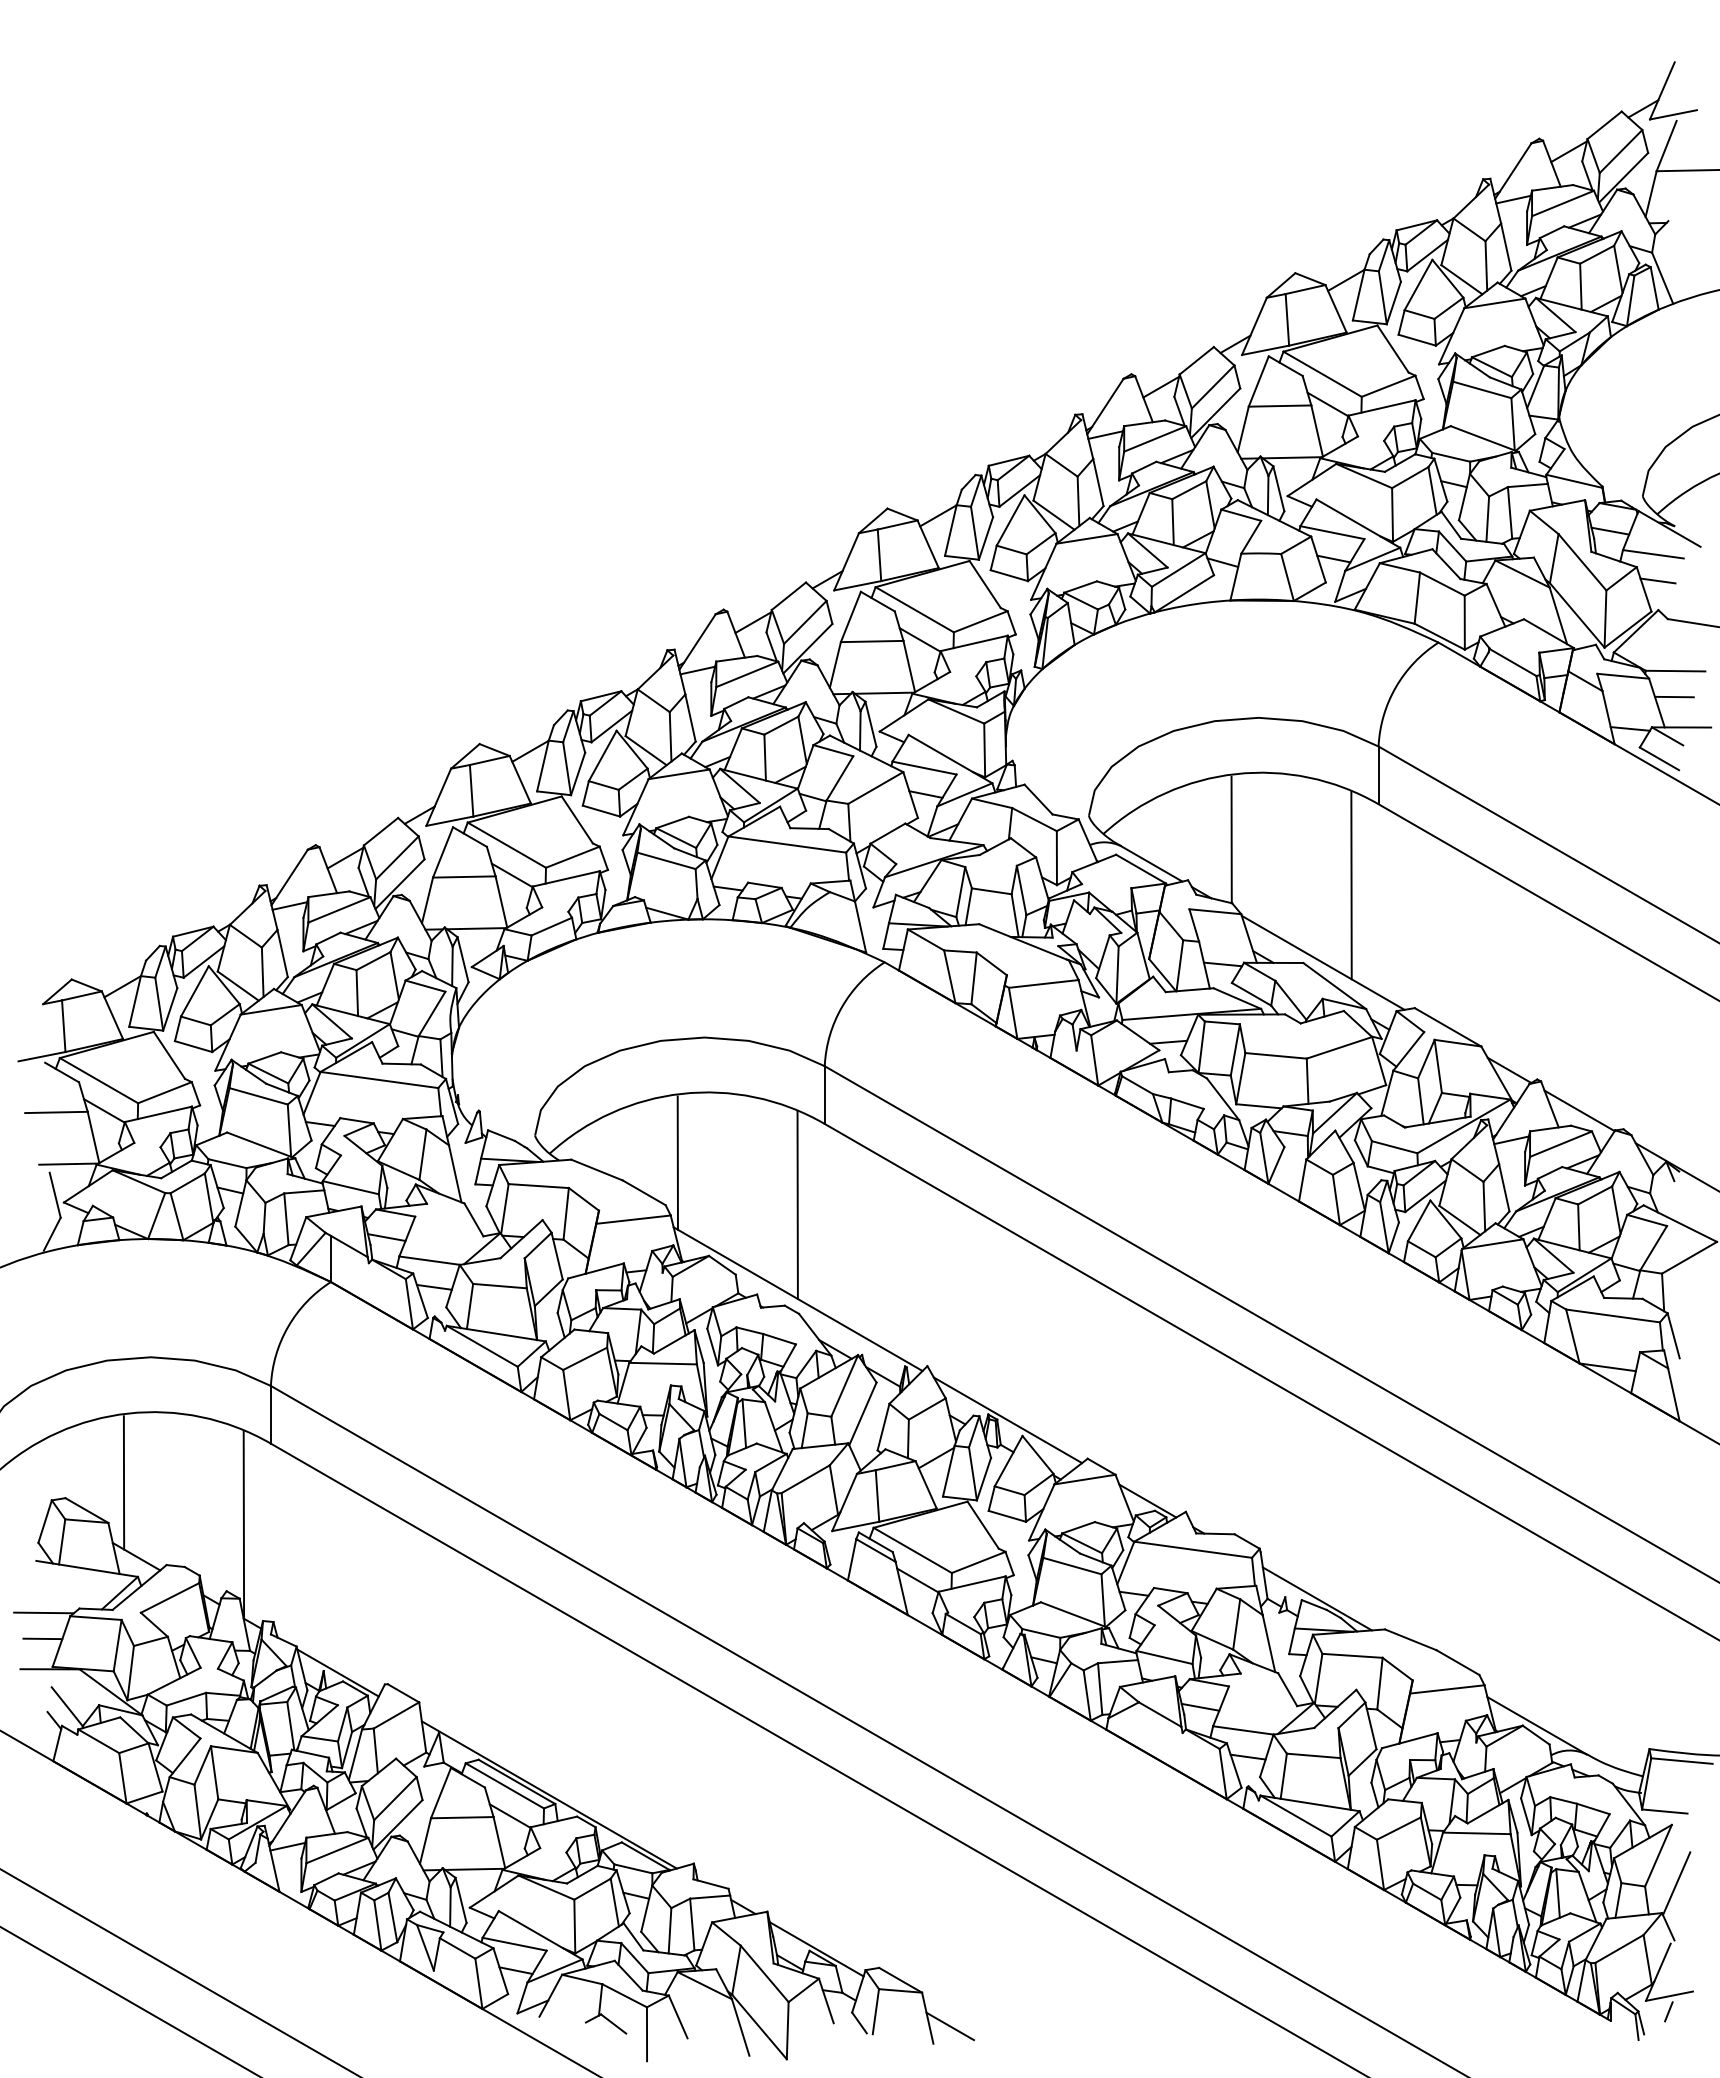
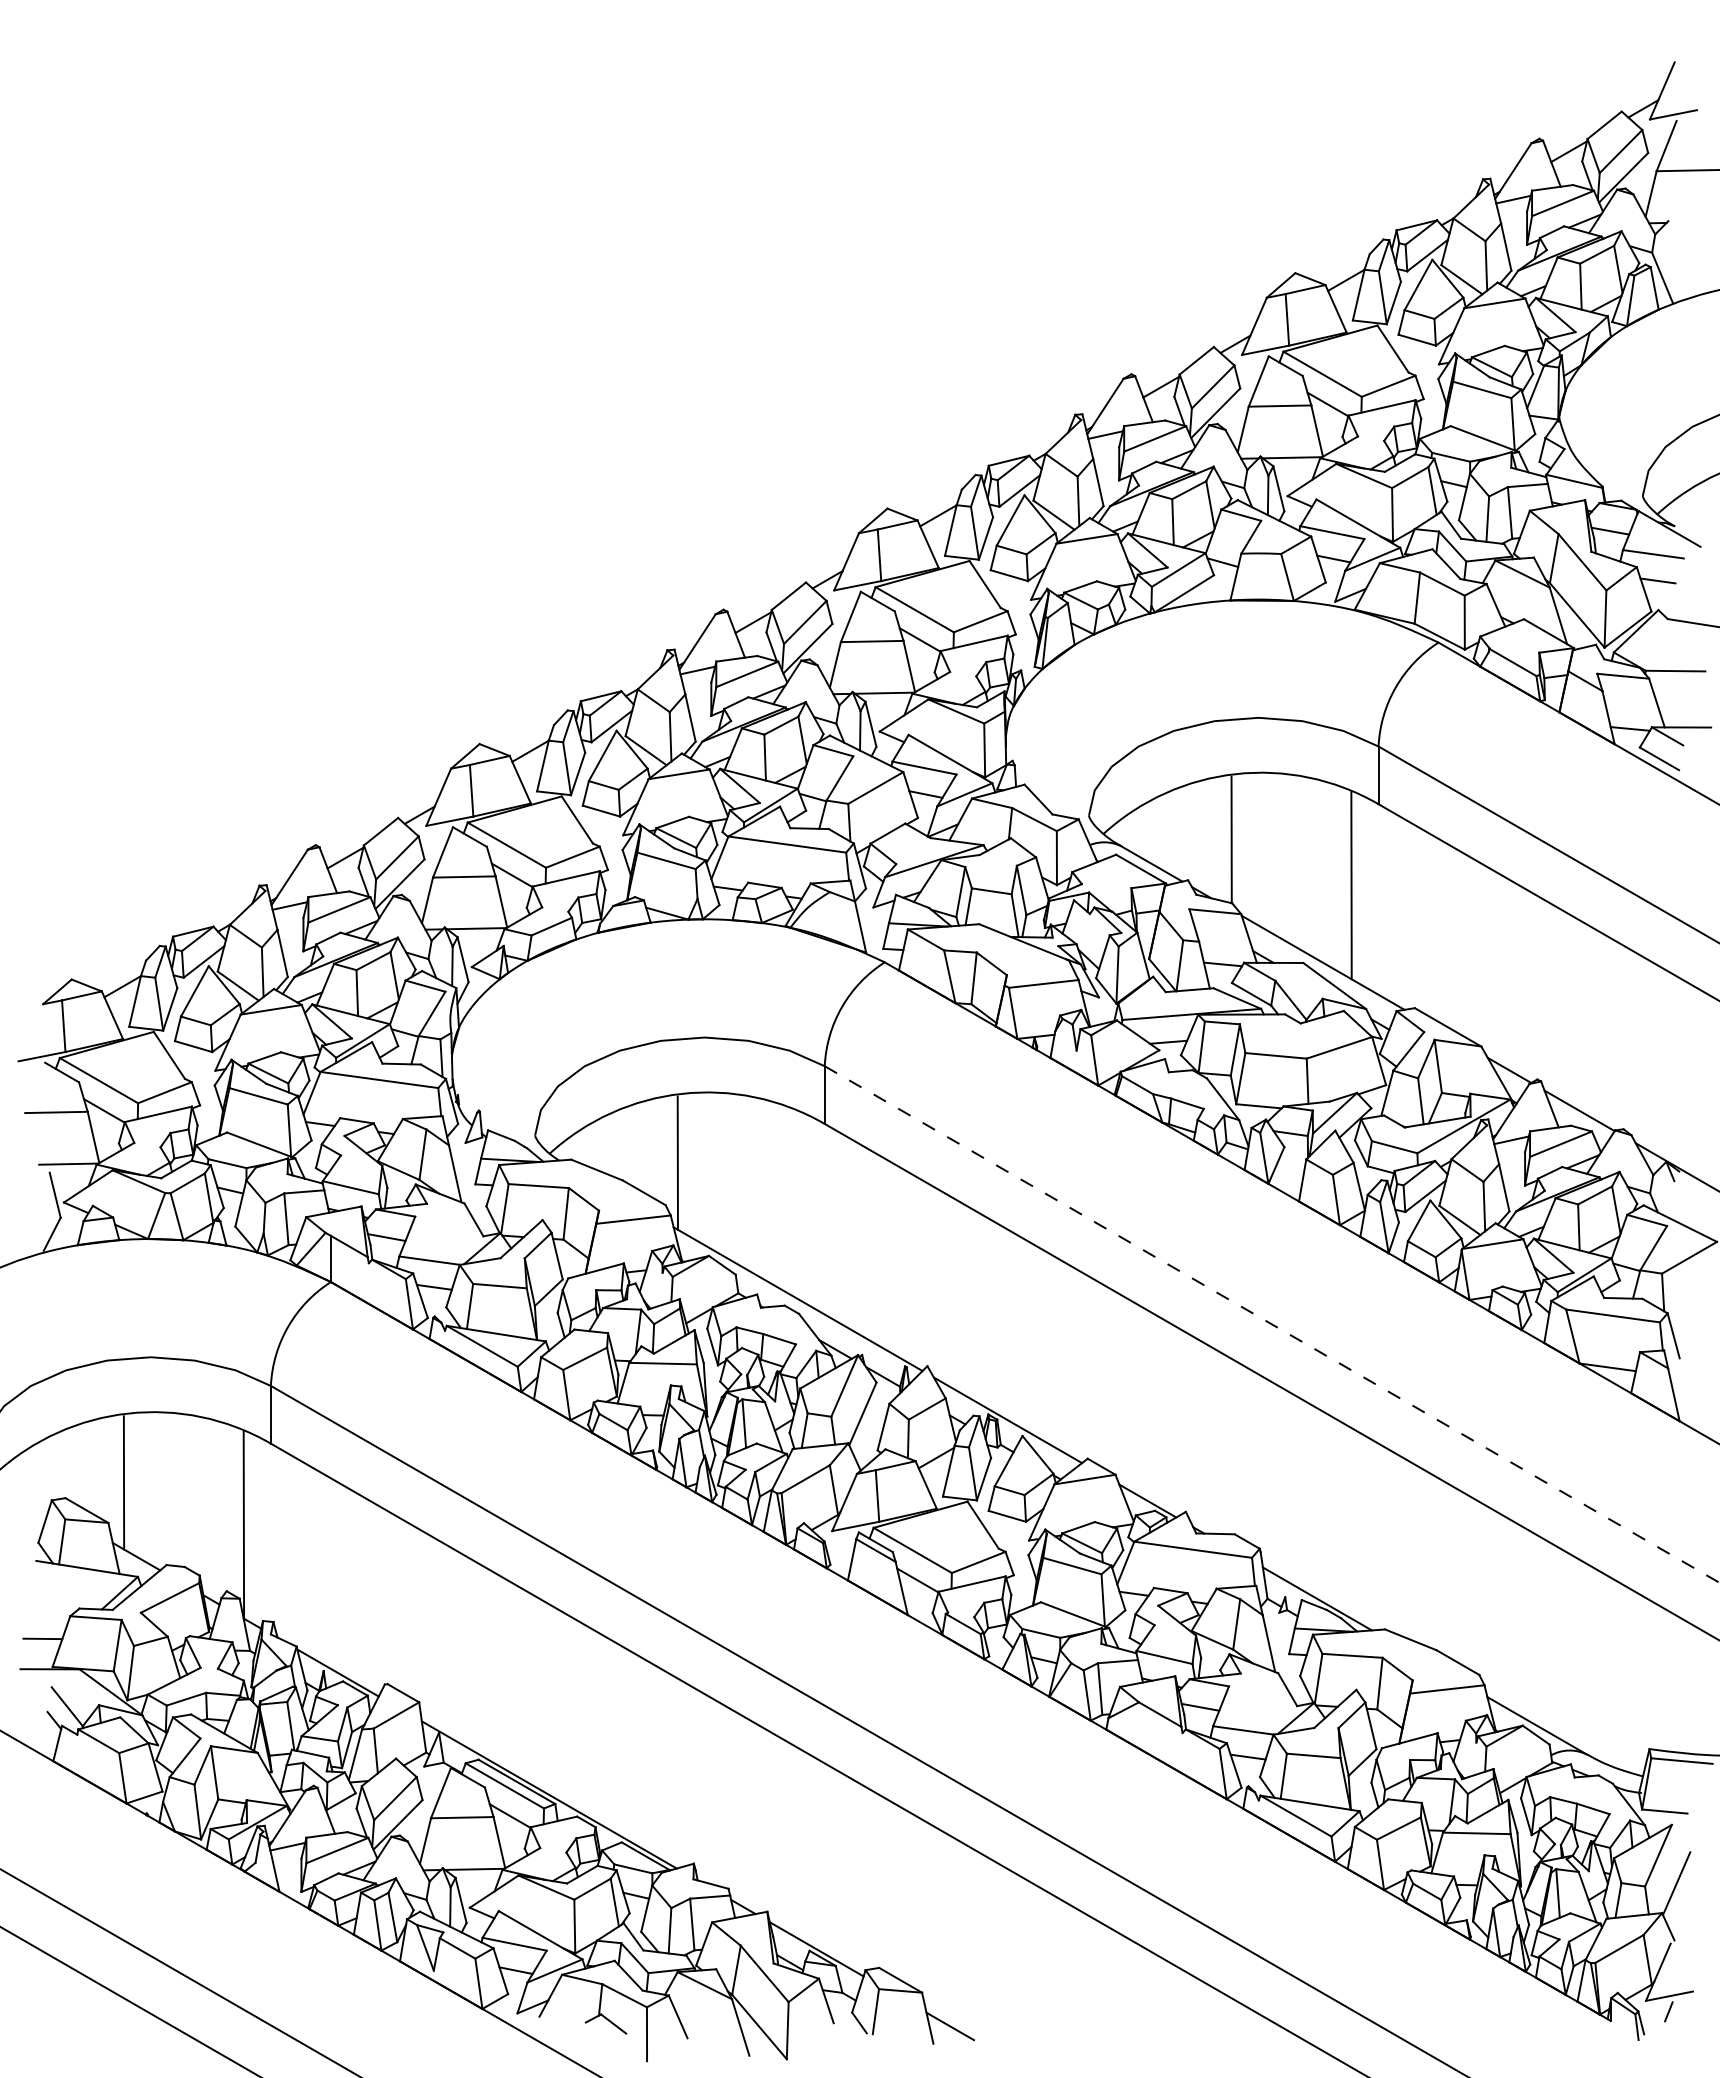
line at (1673, 696): present -> none
line at (797, 1205): present -> none
line at (1272, 1324): solid -> dashed
line at (43, 1612): present -> none
